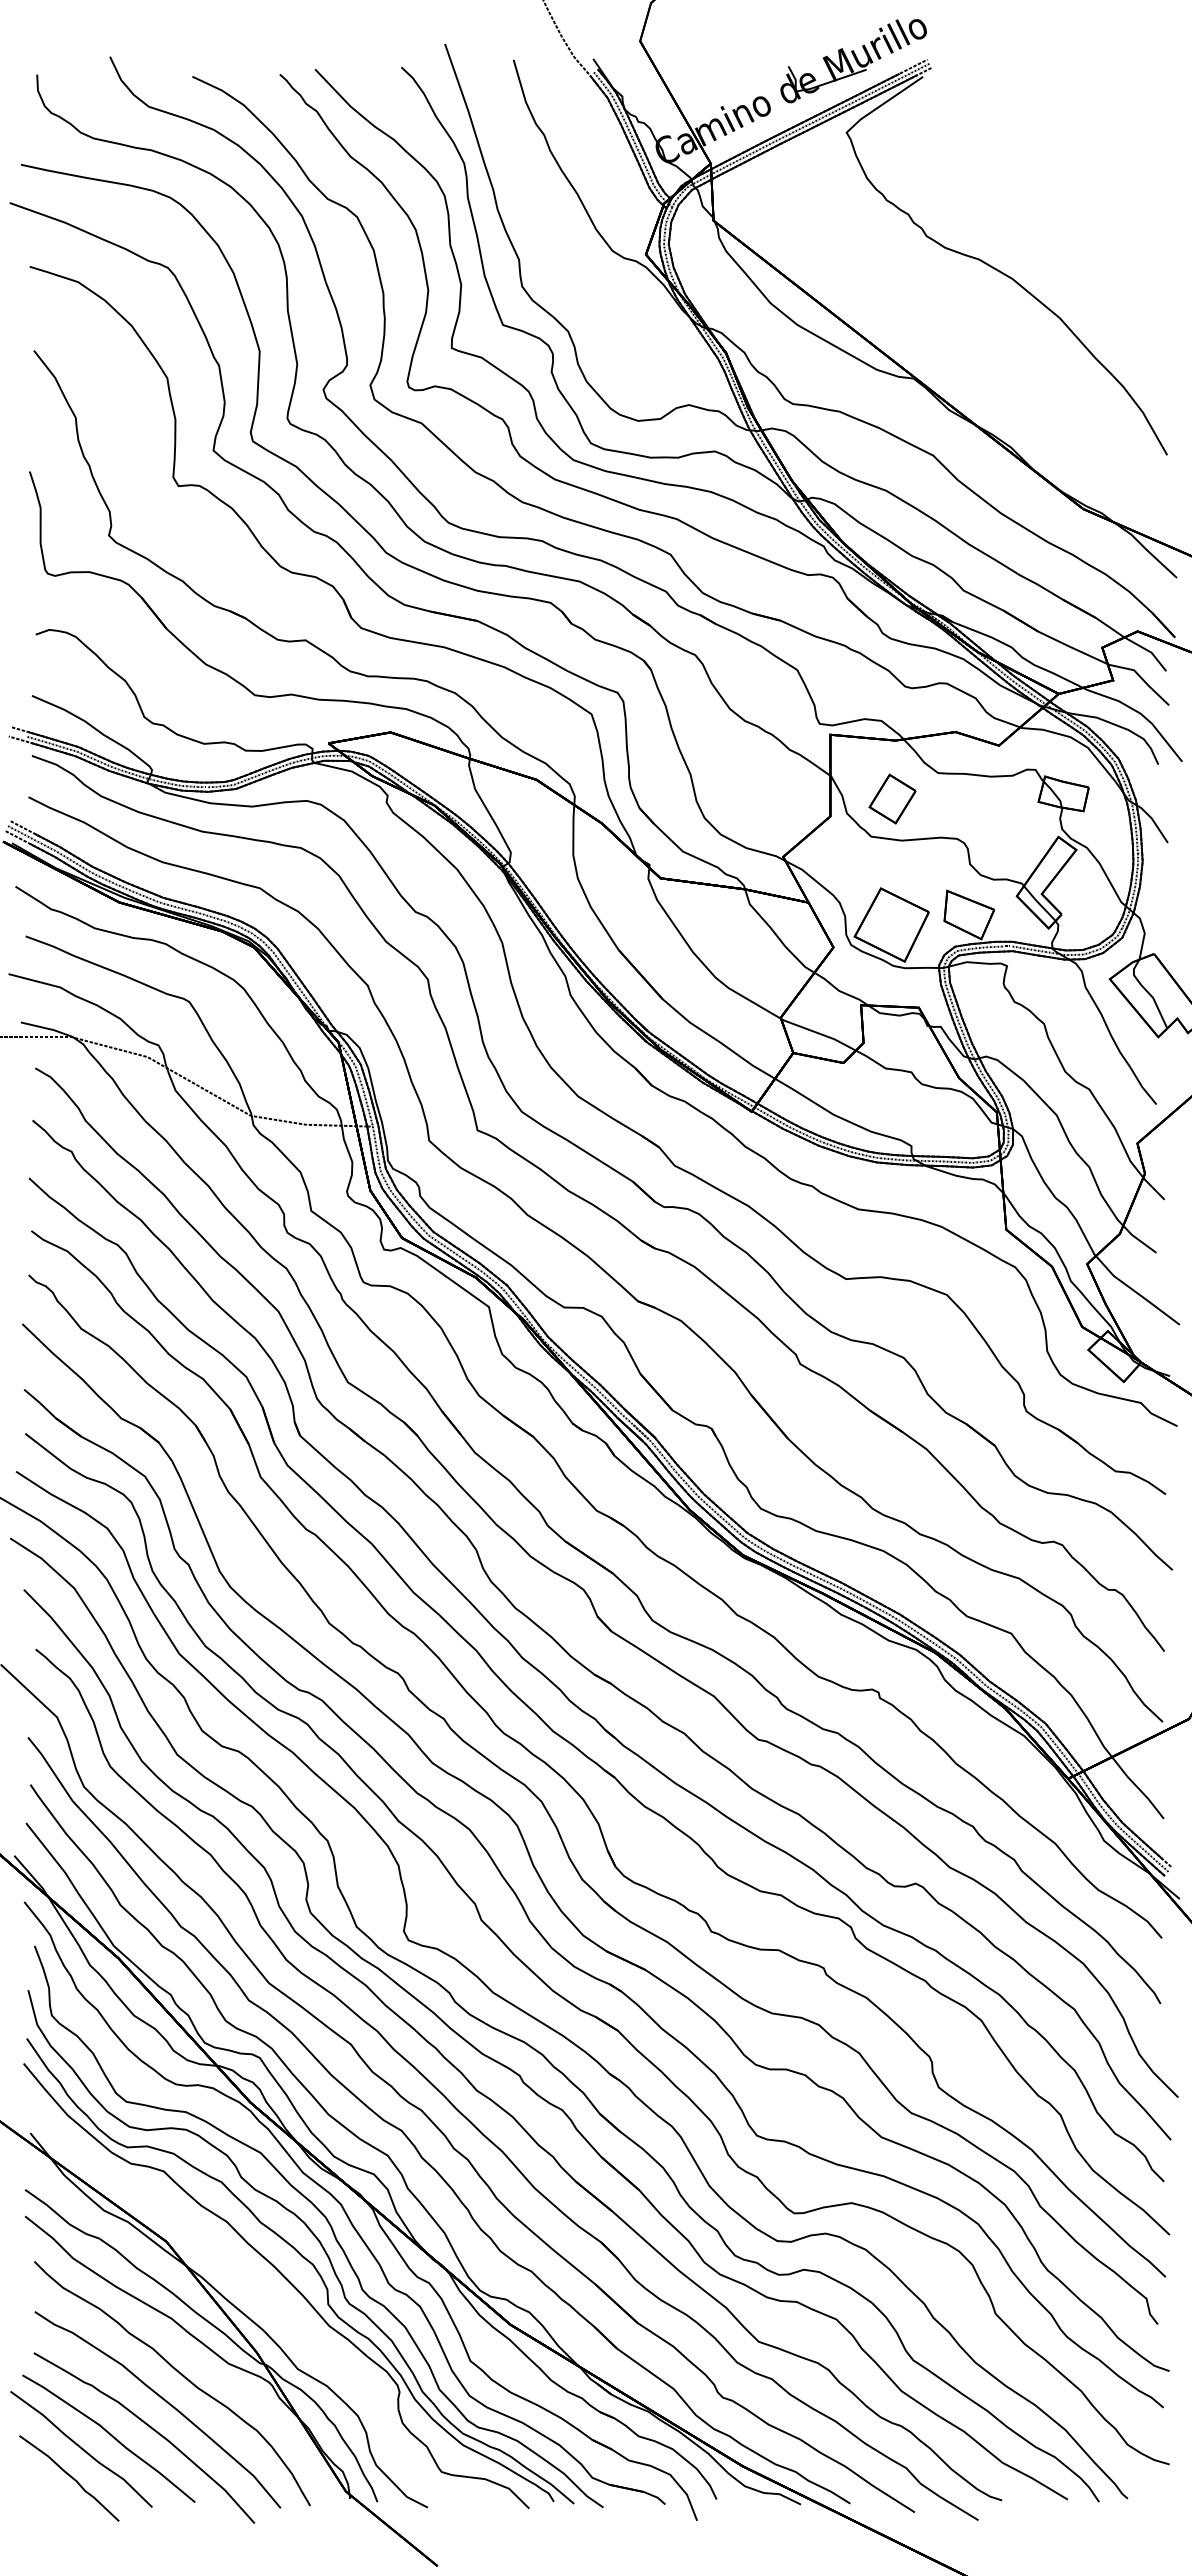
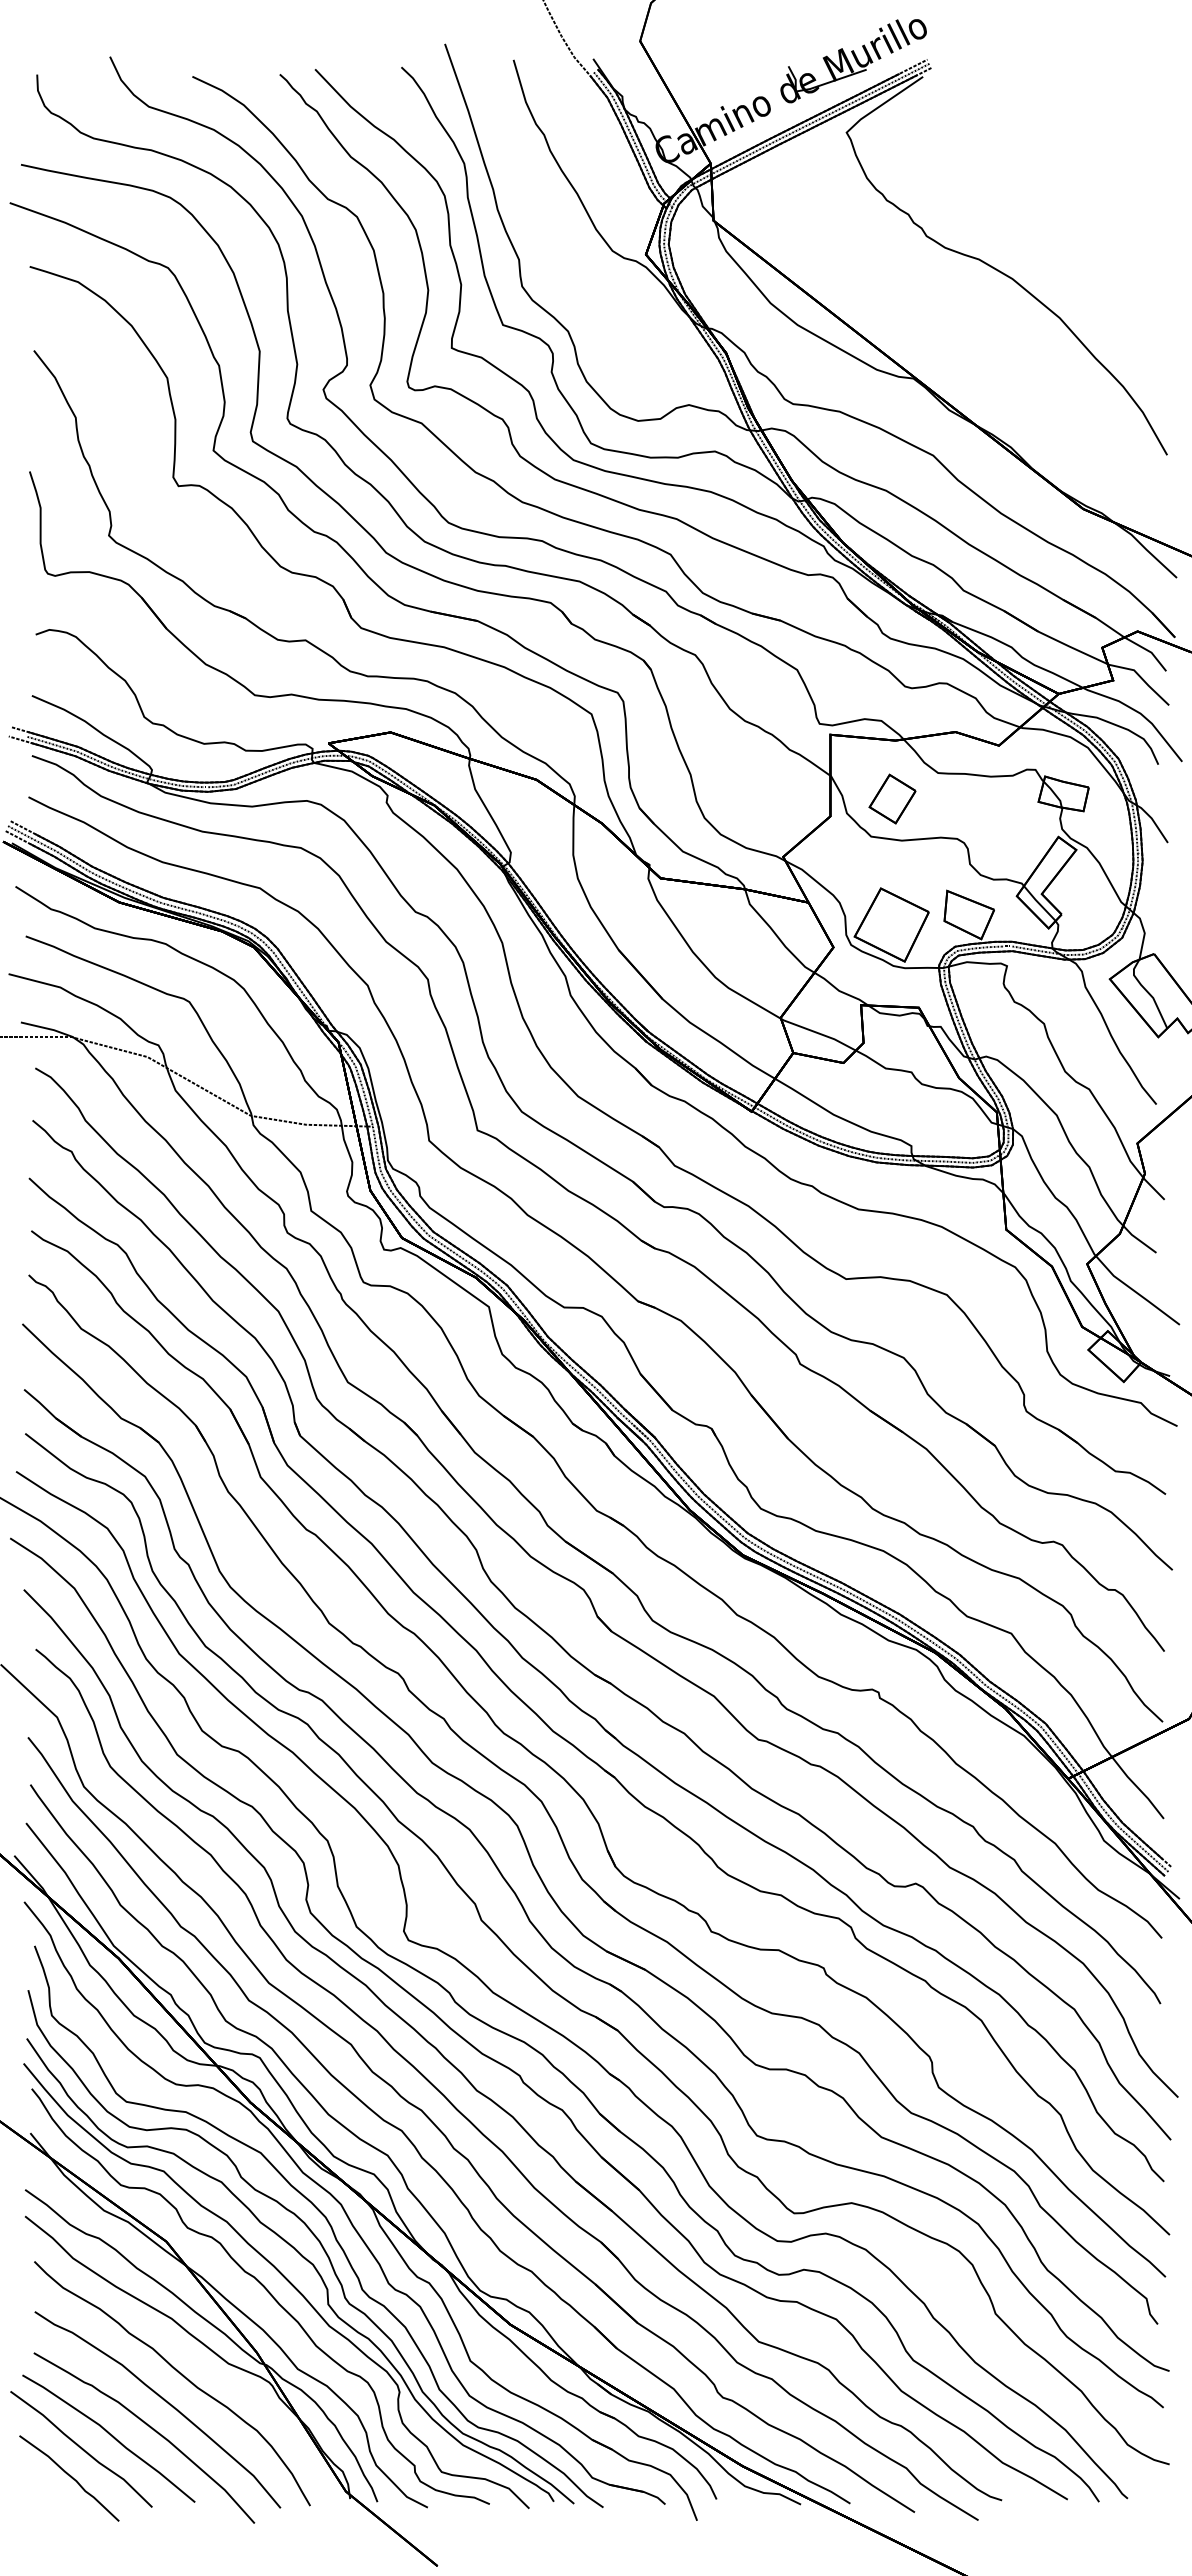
part at (267, 2292): none -> present
